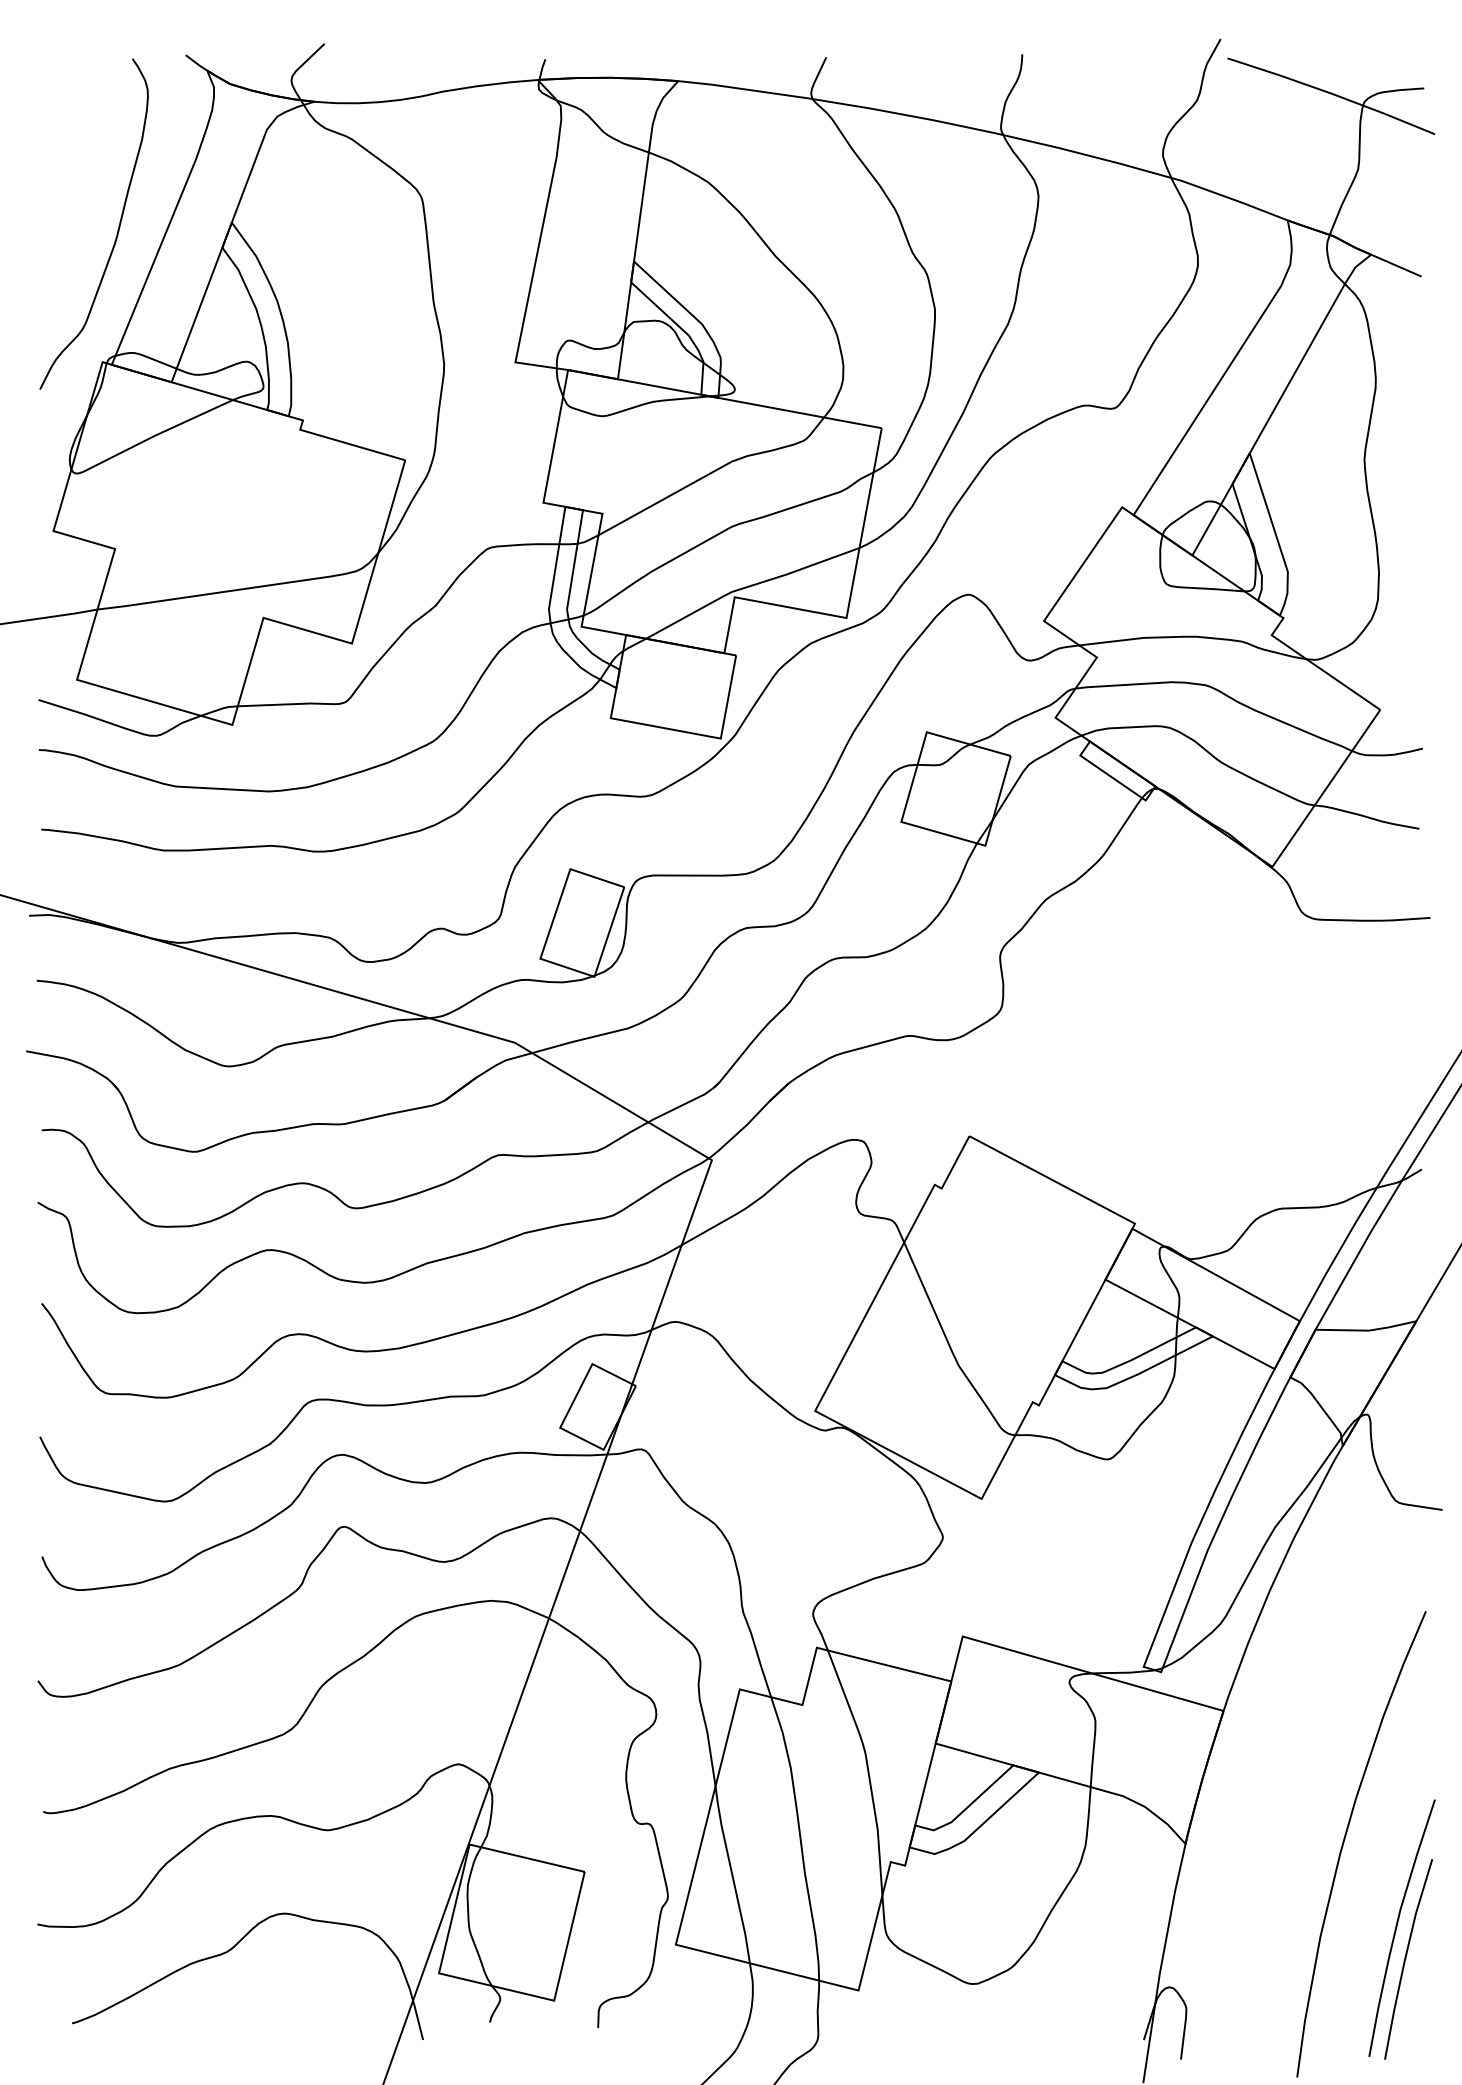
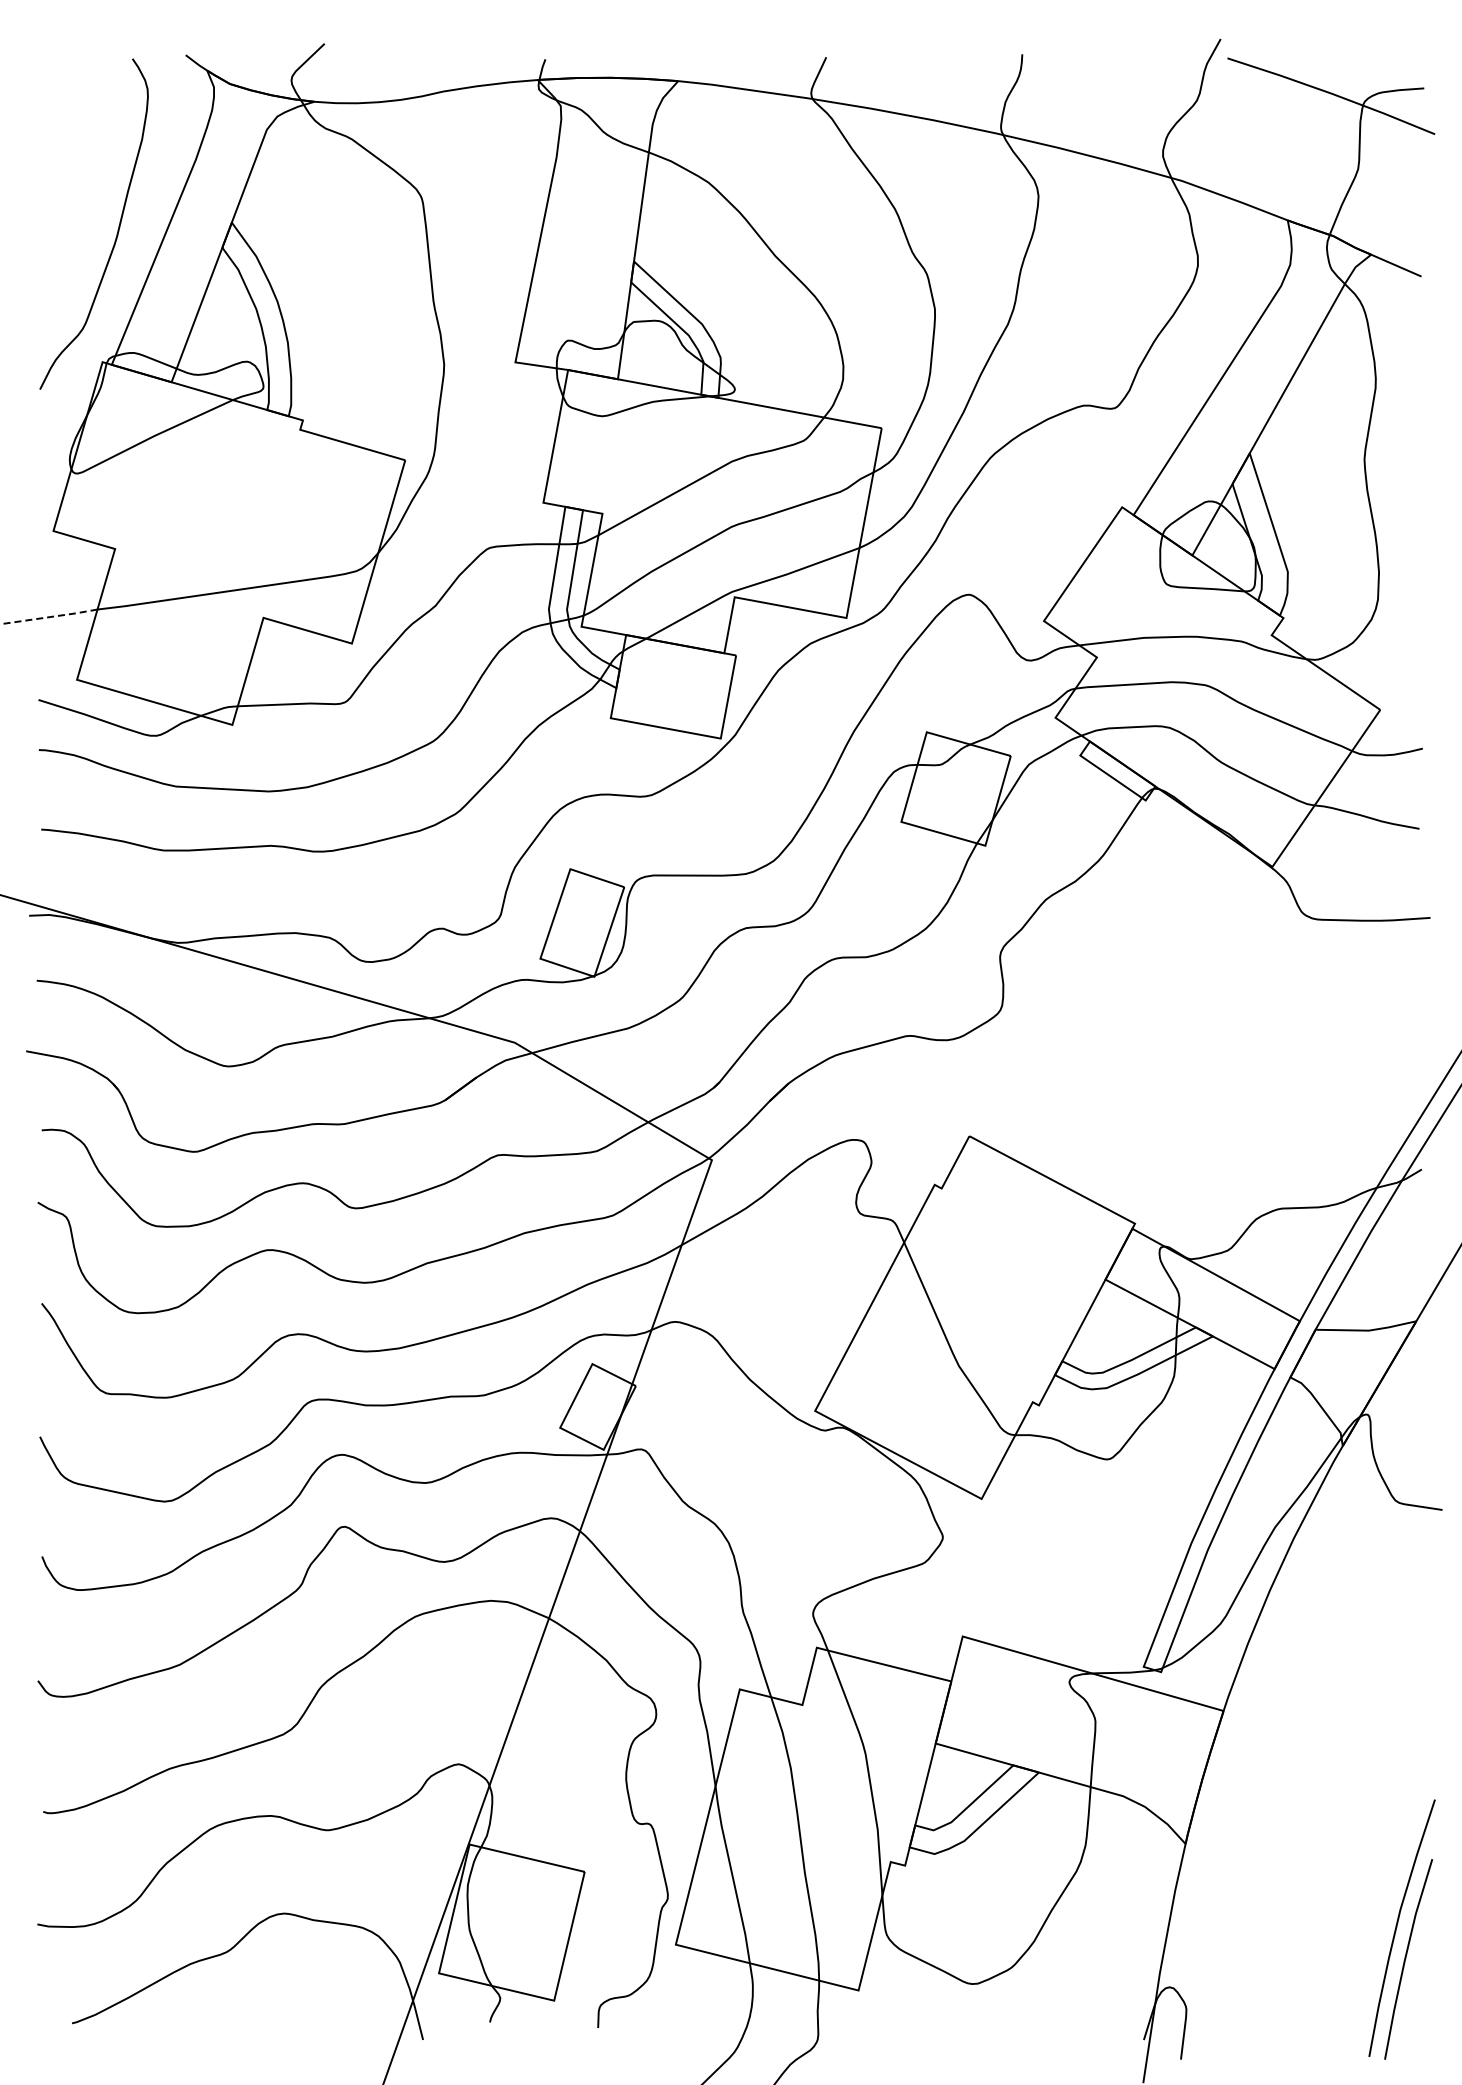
line at (50, 617): solid -> dashed
curve at (1345, 1839): present -> none
